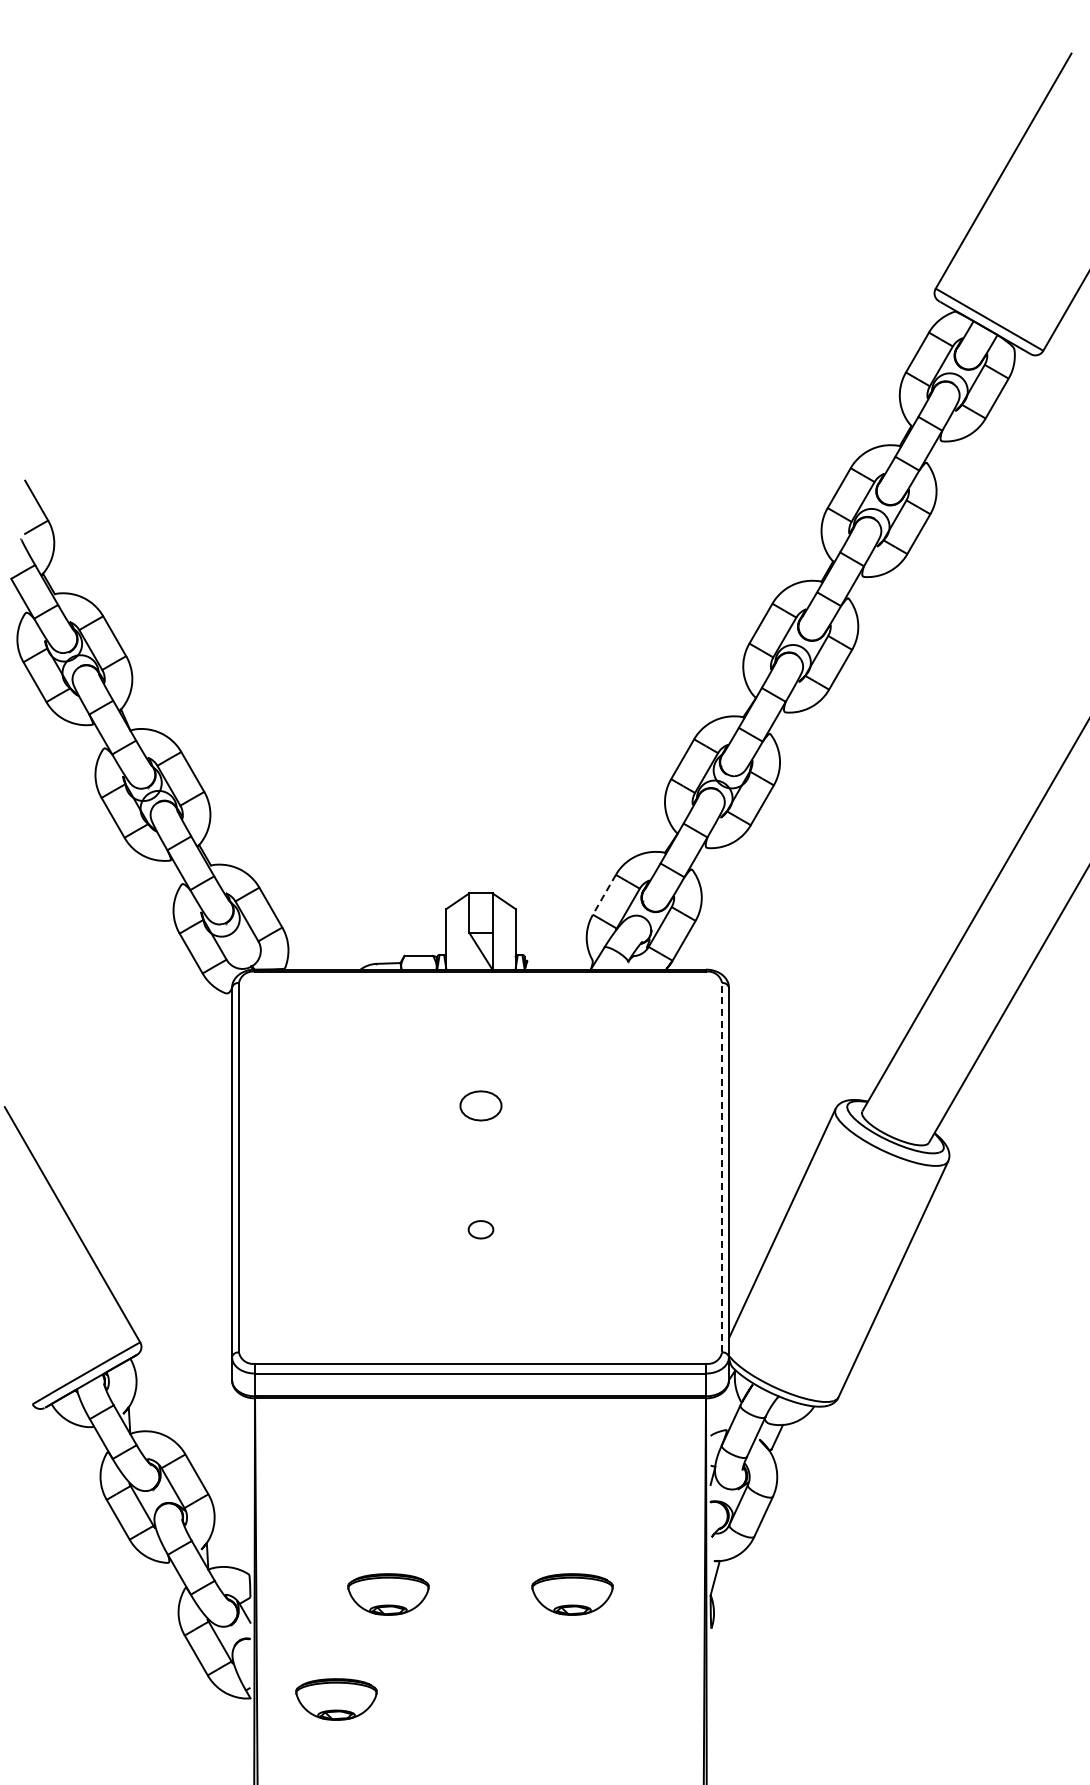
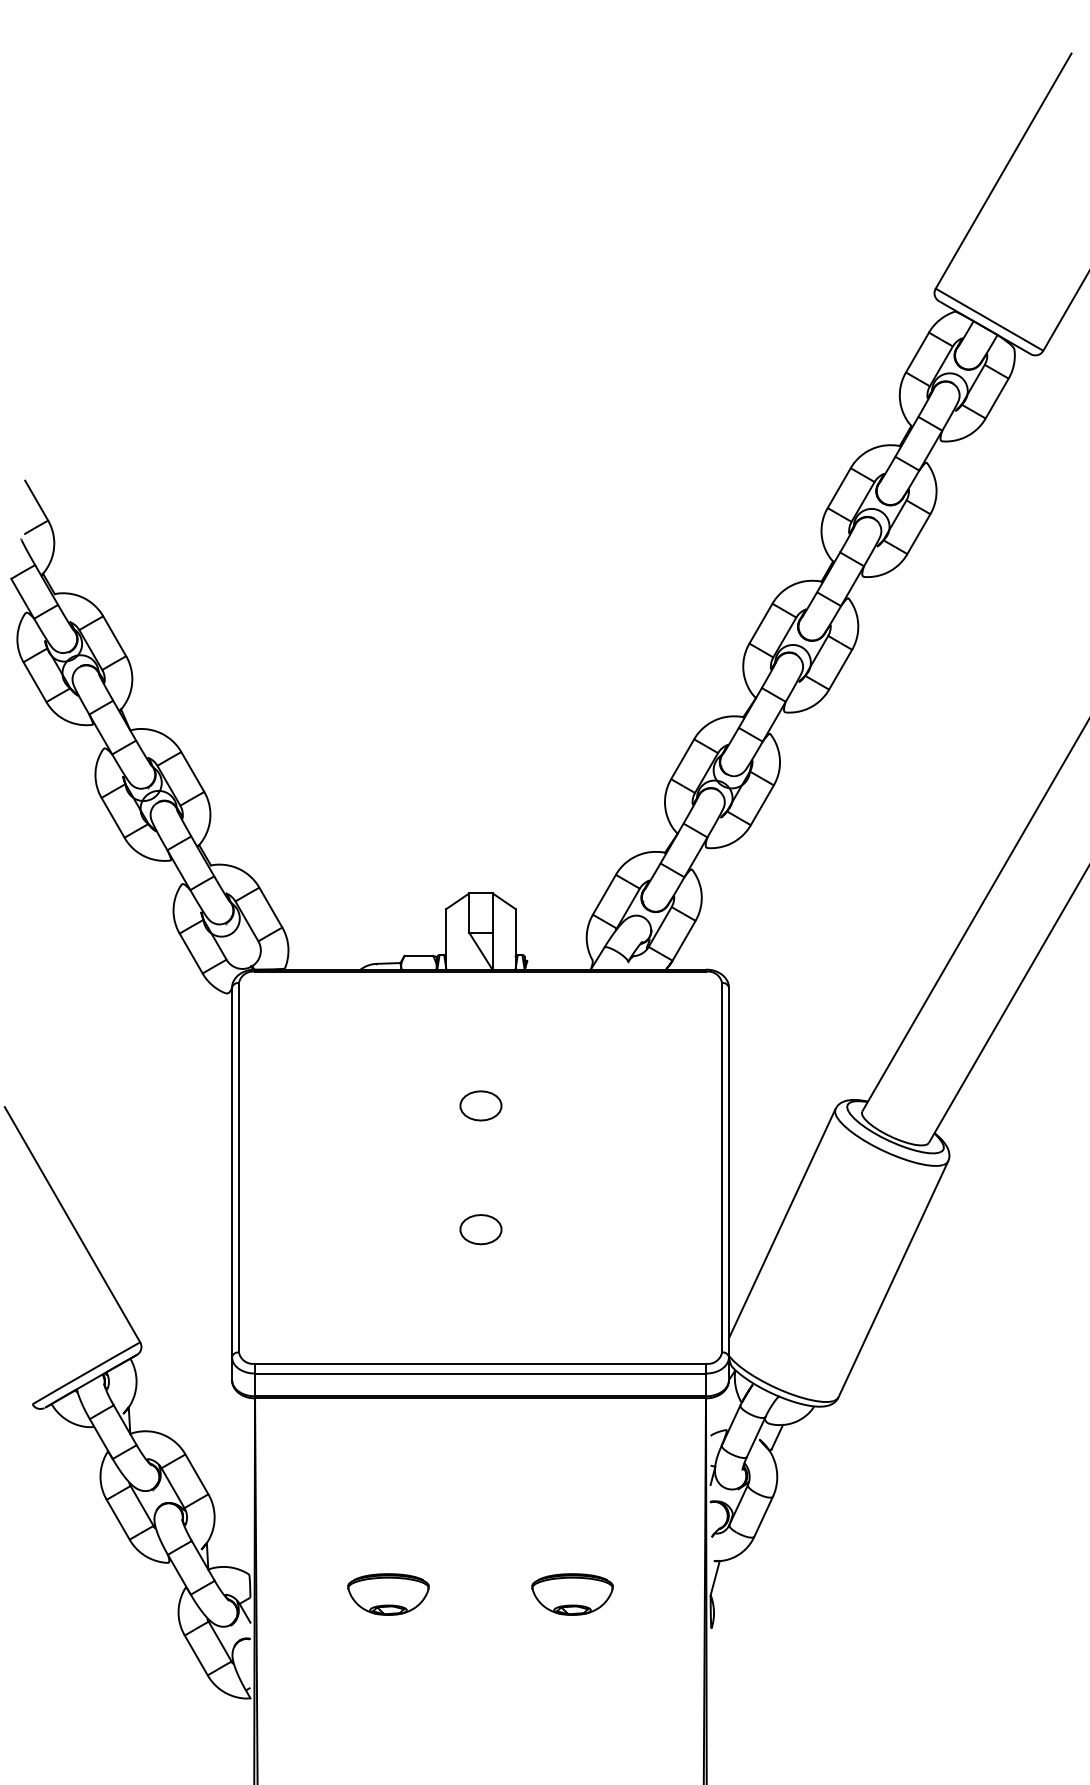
line at (604, 895): dashed -> solid
line at (722, 1167): dashed -> solid
part at (480, 1229) size: 28x20 px -> 44x32 px
part at (336, 1699): present -> none
